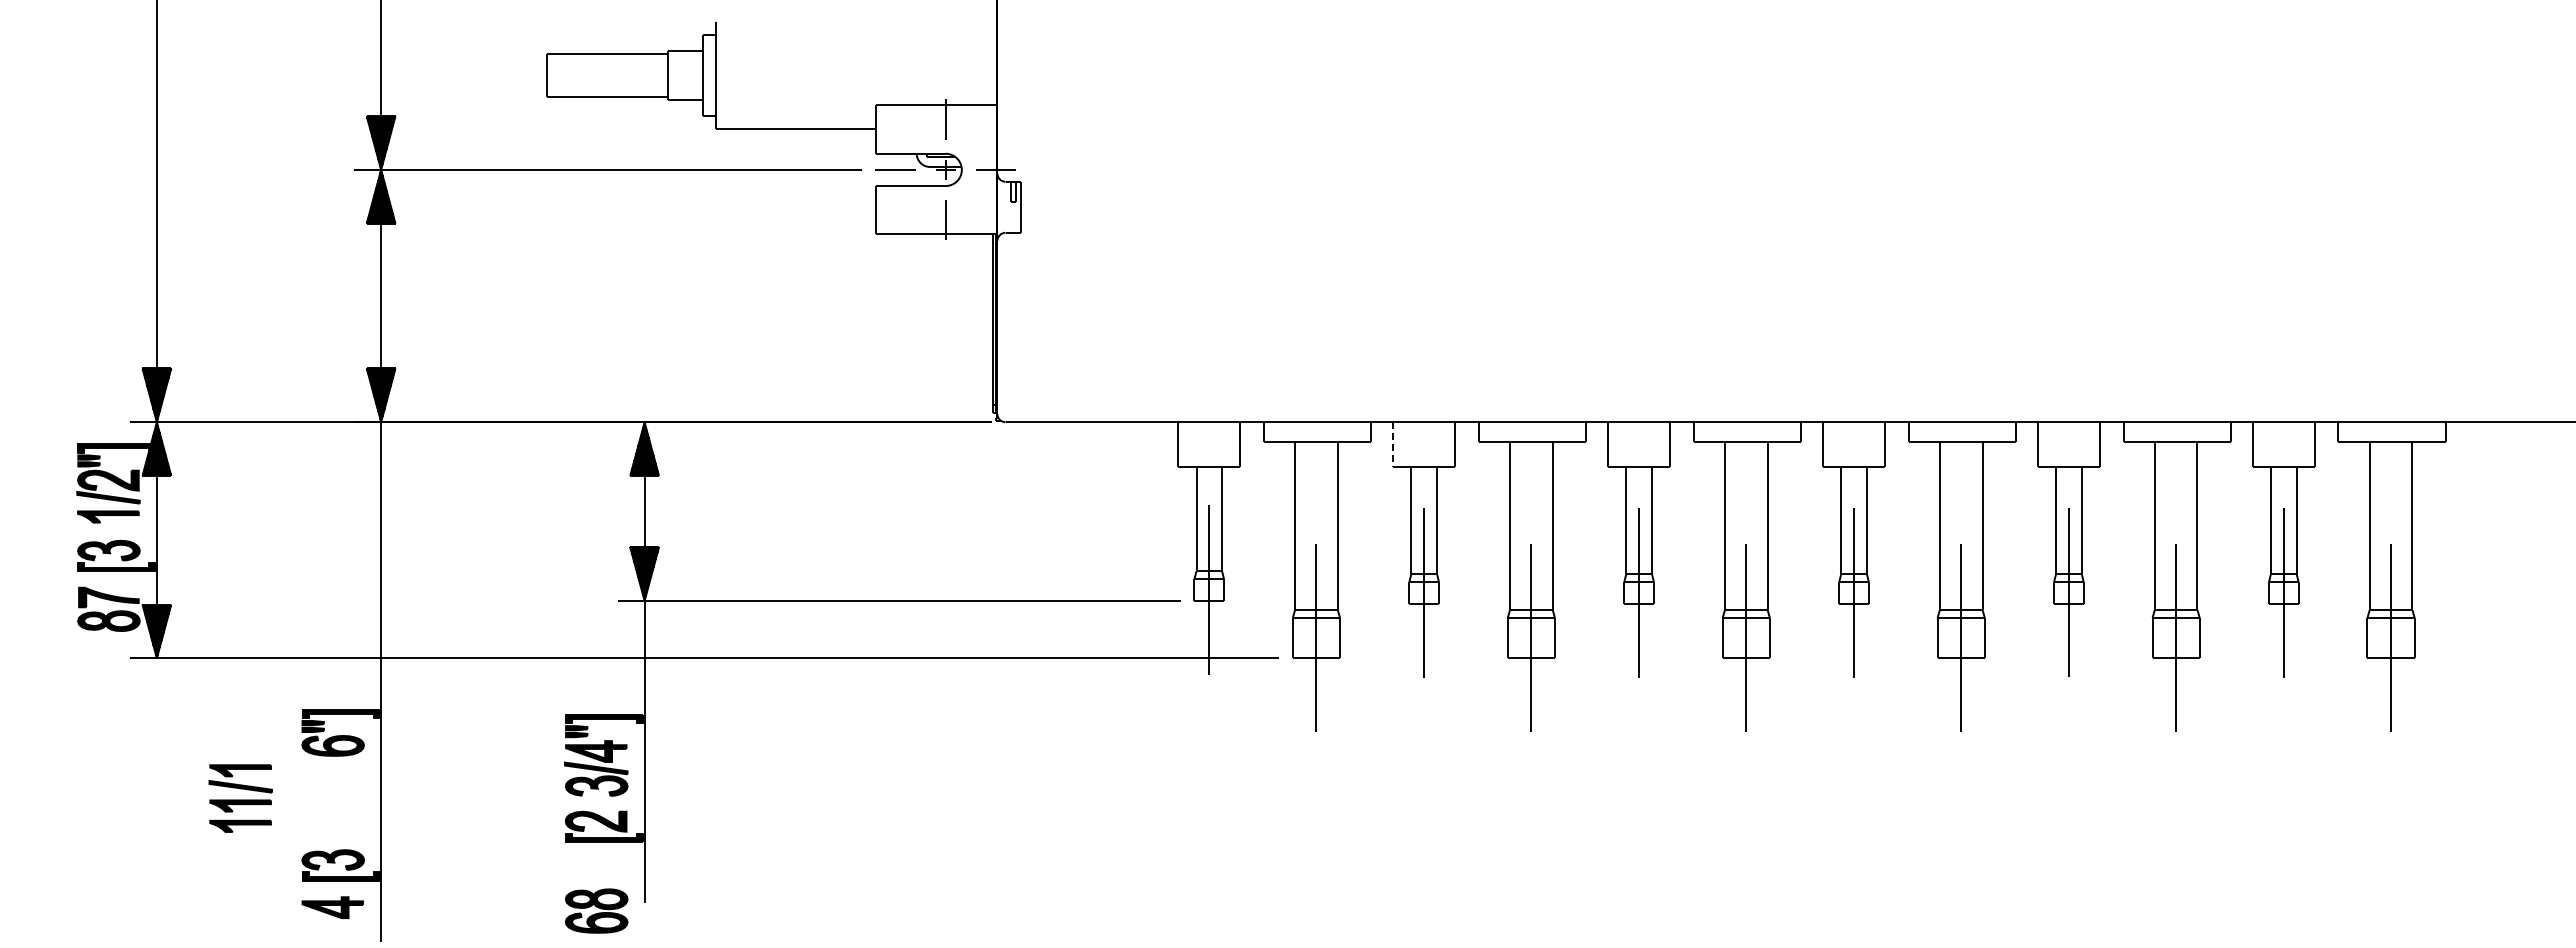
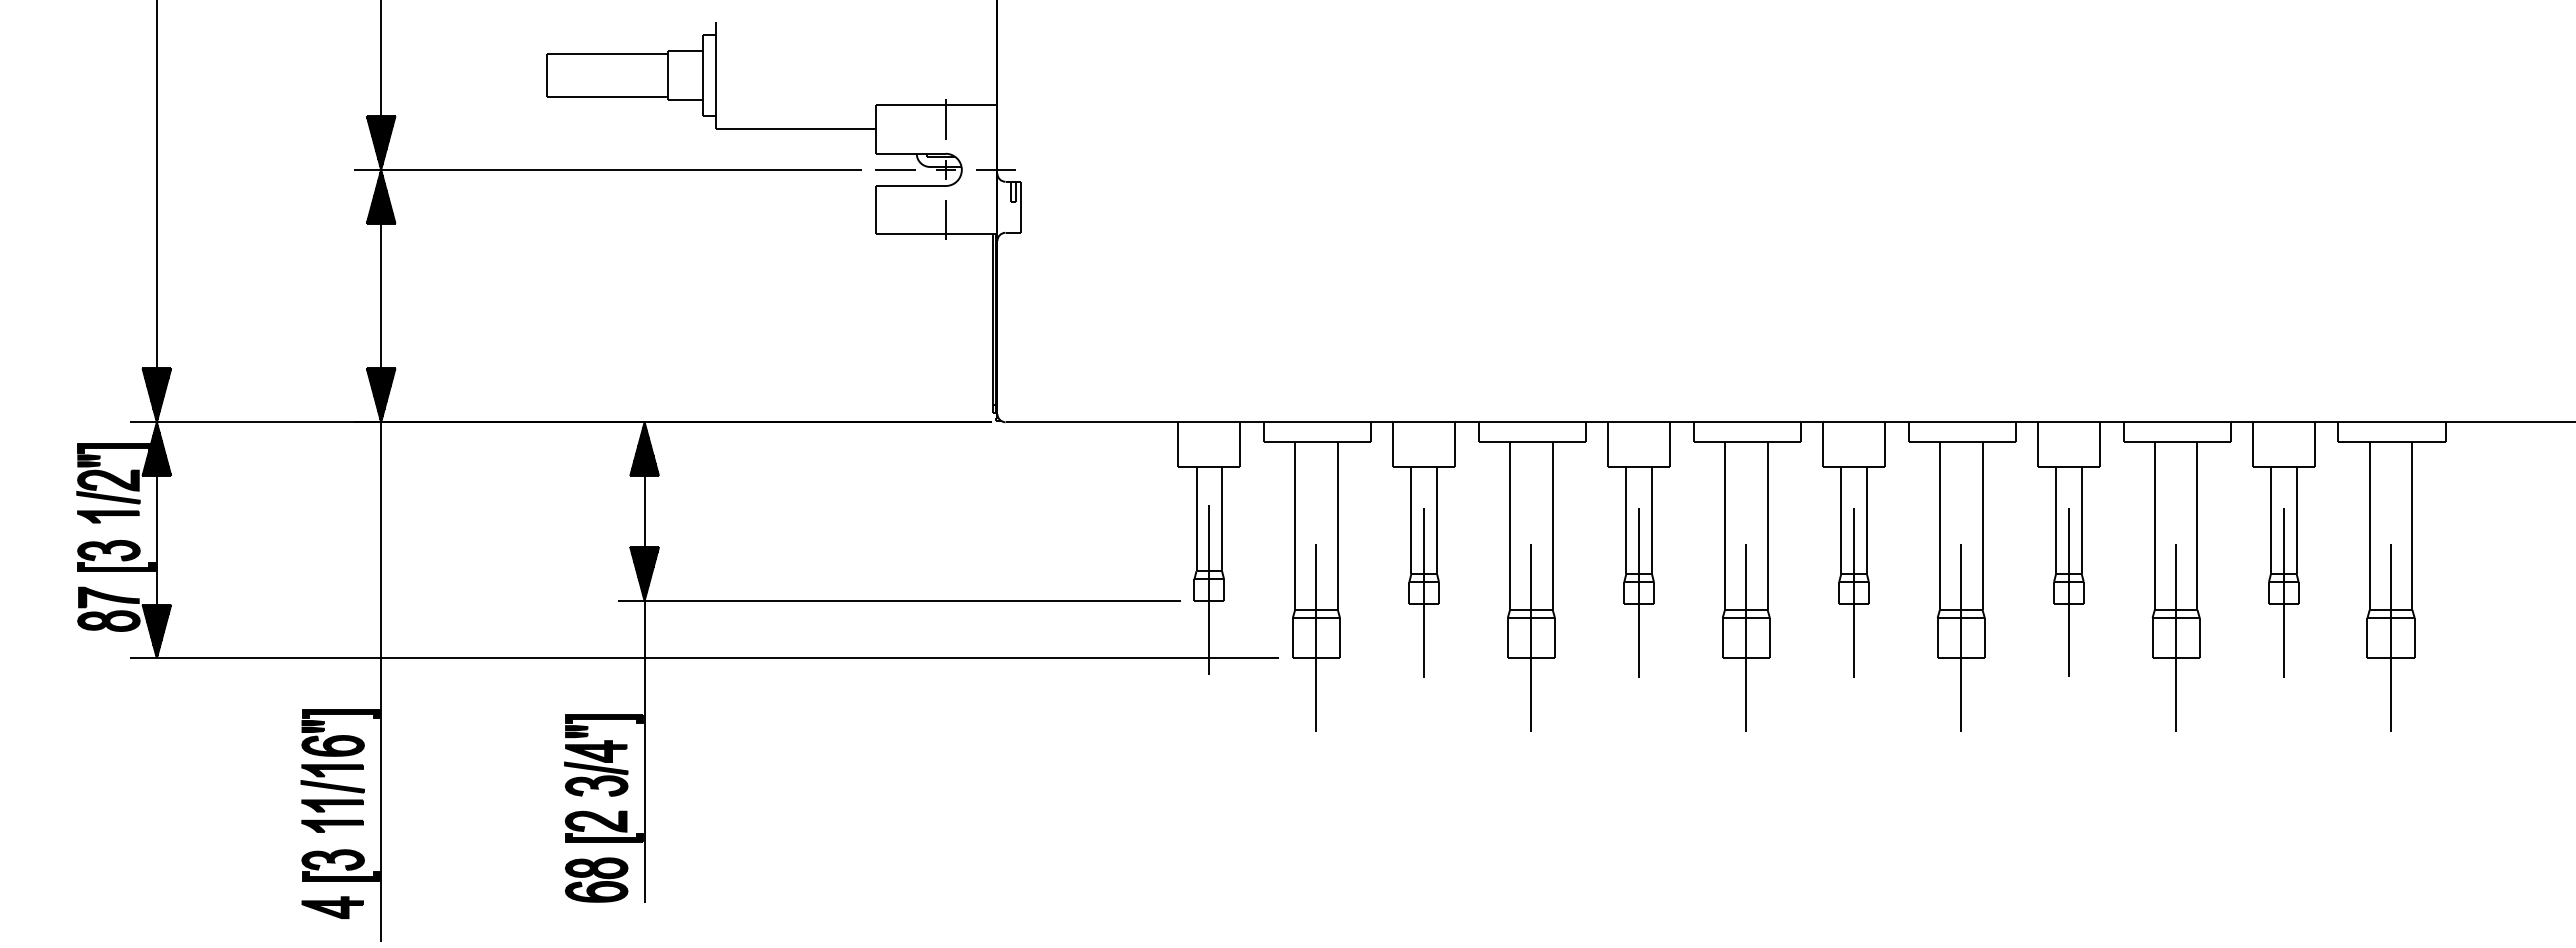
line at (1393, 444): dashed -> solid
part at (240, 798) position: (240, 798) -> (332, 798)
part at (596, 910) position: (596, 910) -> (596, 879)
